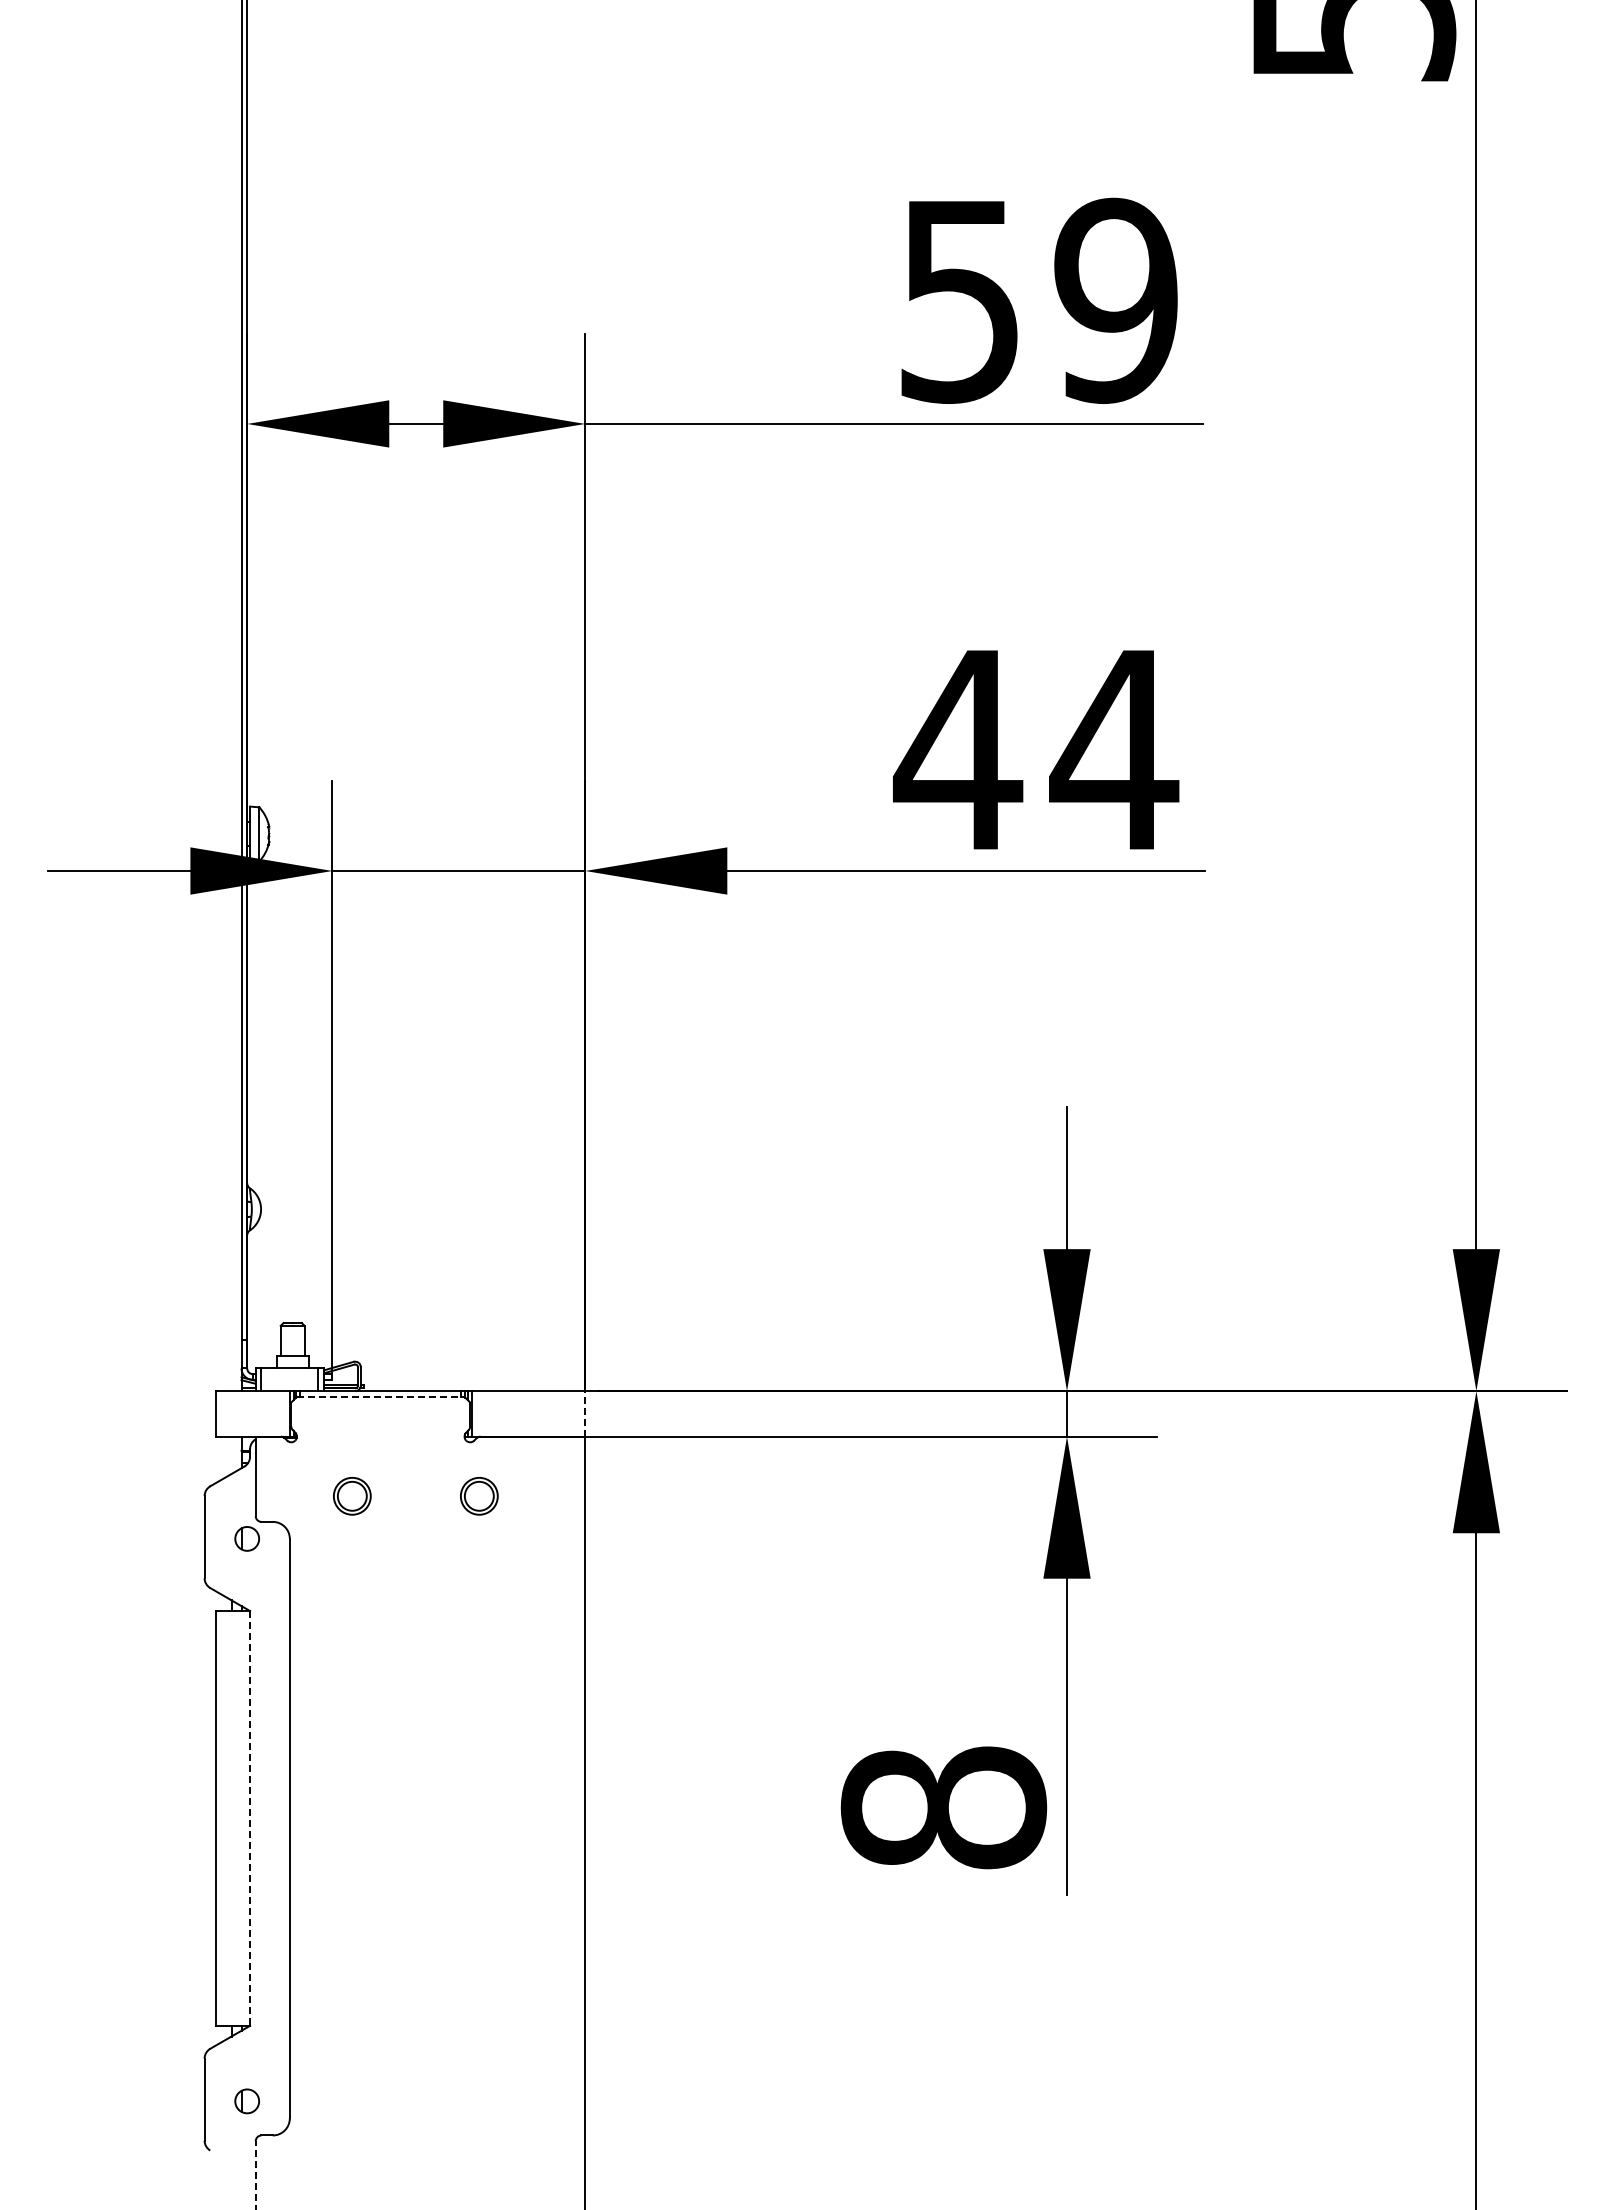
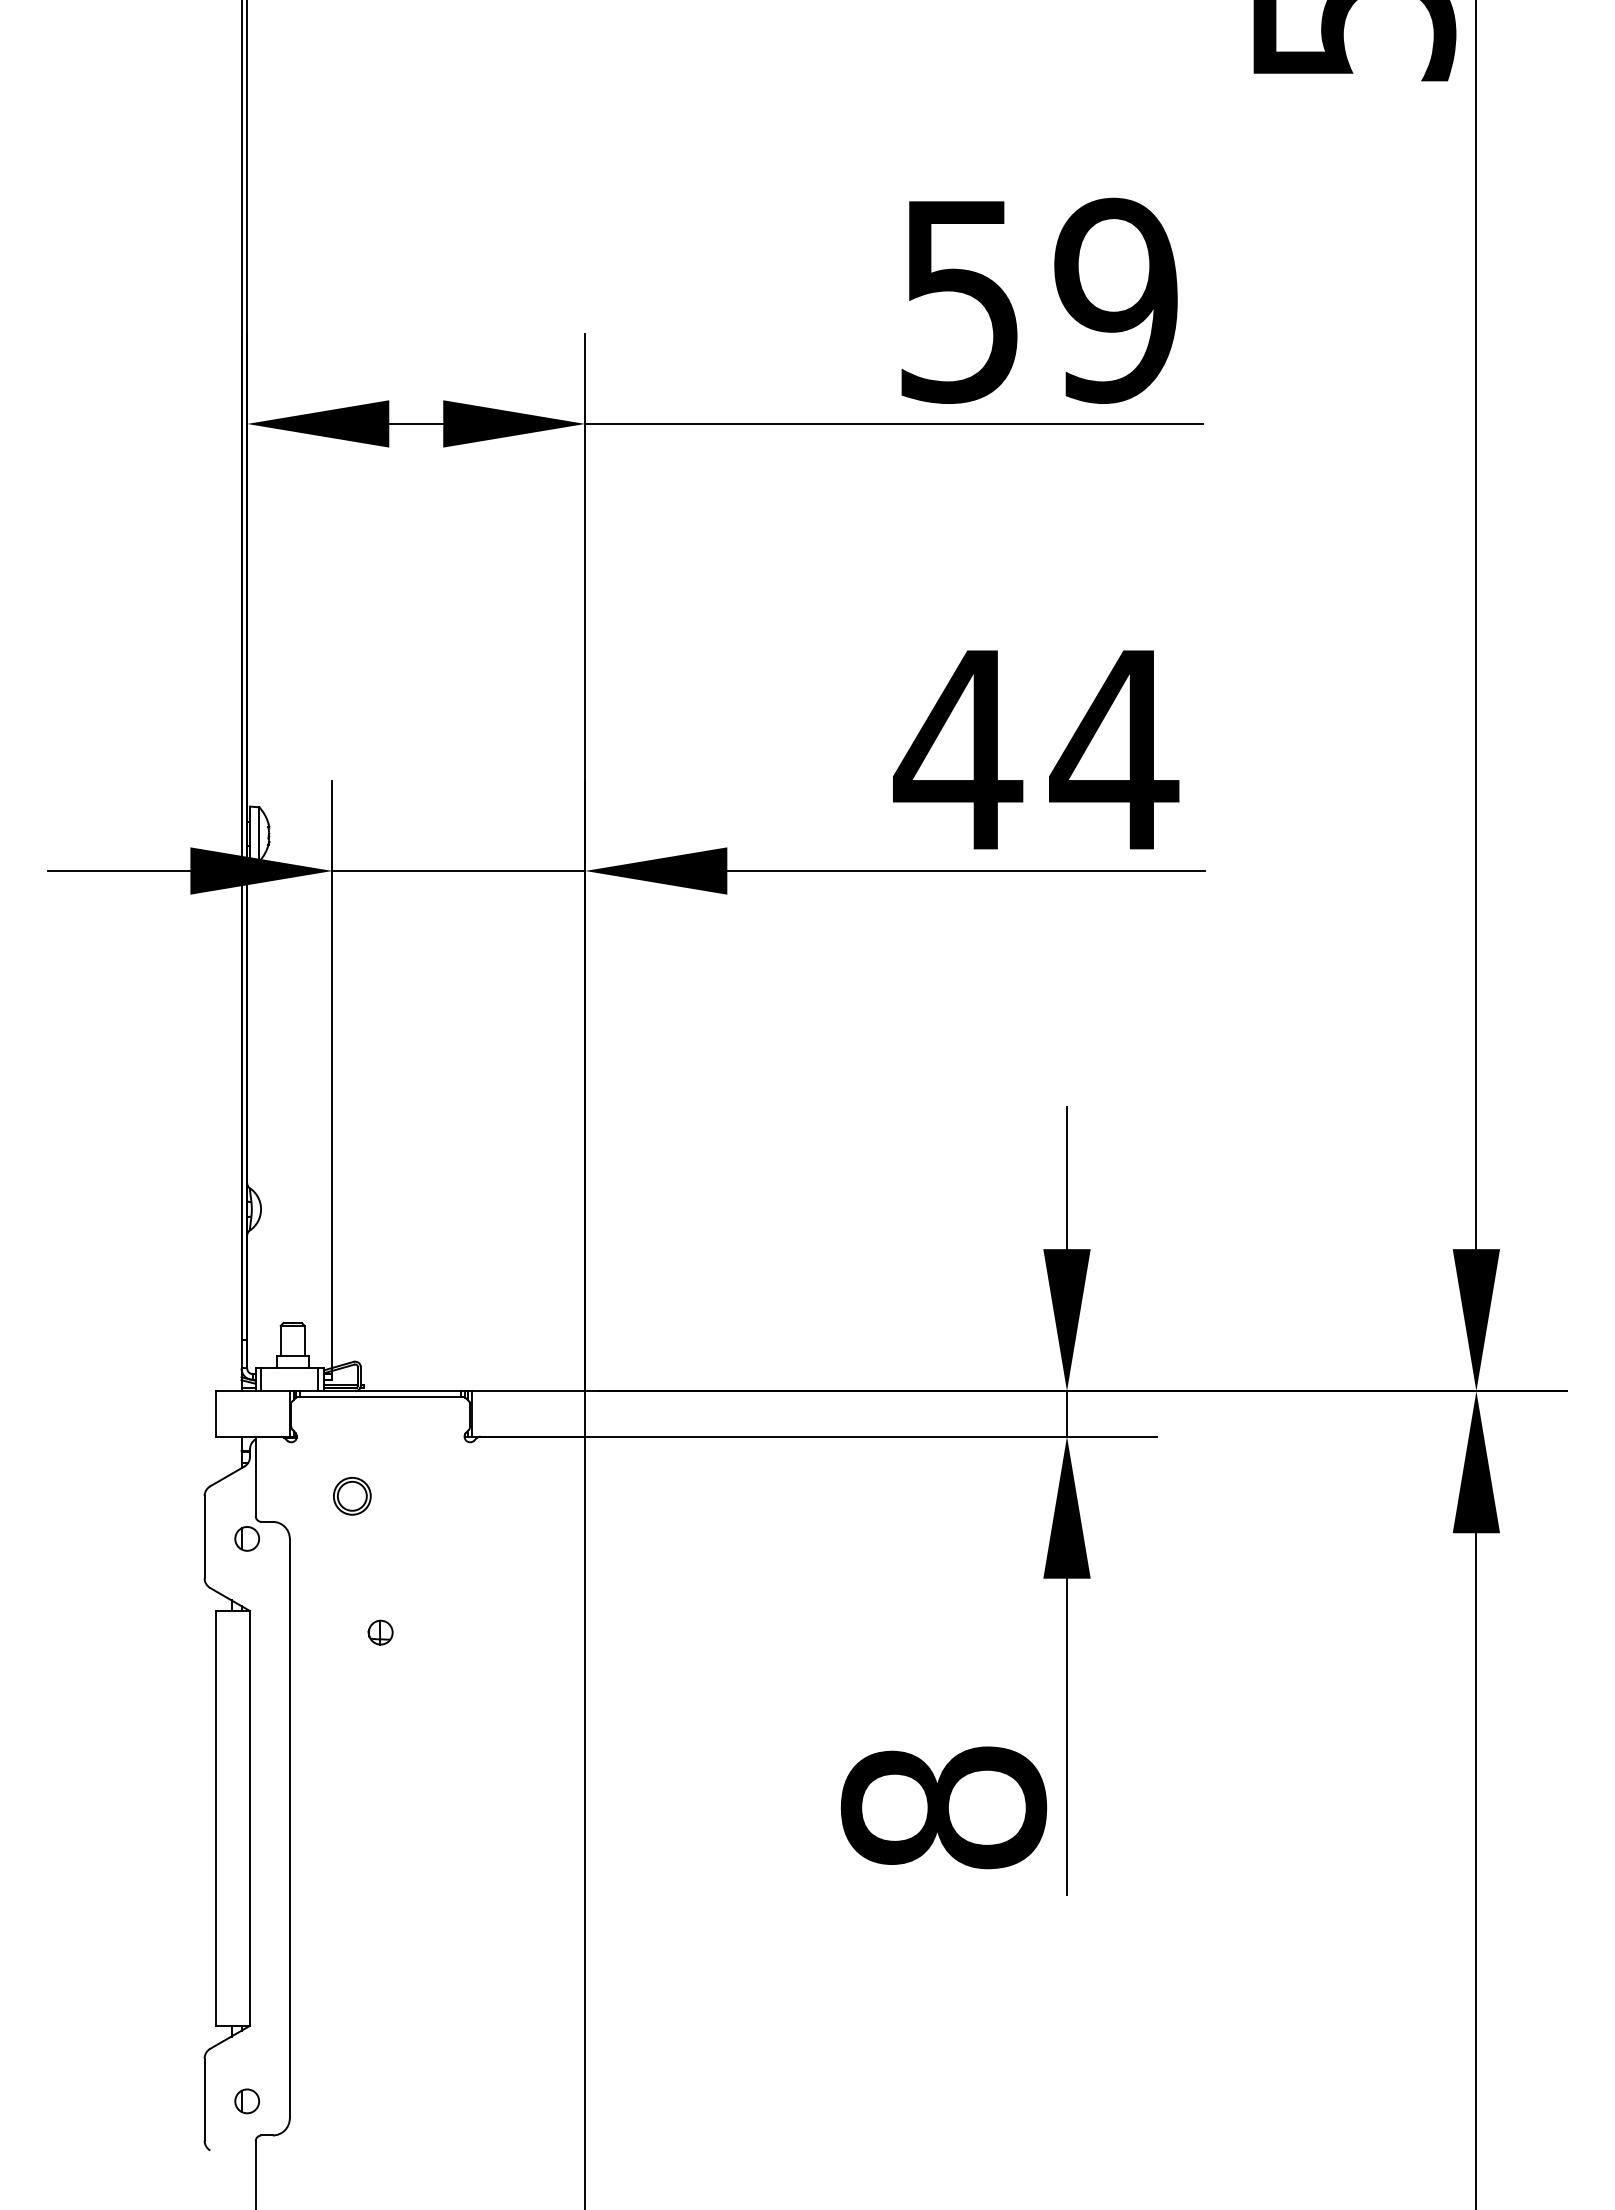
line at (380, 1396): dashed -> solid
line at (585, 1413): dashed -> solid
part at (479, 1496): present -> none
part at (380, 1632): none -> present
line at (250, 1818): dashed -> solid
line at (255, 2175): dashed -> solid
